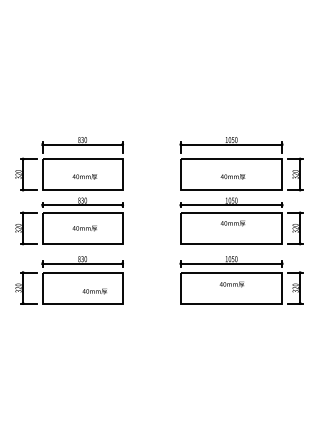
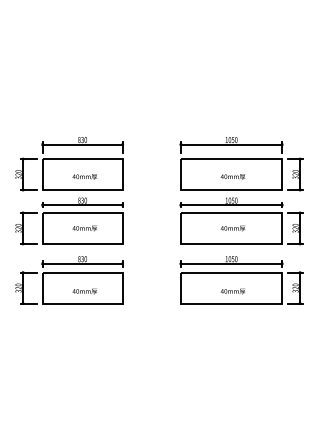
text at (232, 223) position: (232, 223) -> (232, 228)
text at (231, 284) position: (231, 284) -> (232, 291)
text at (94, 291) position: (94, 291) -> (84, 291)
